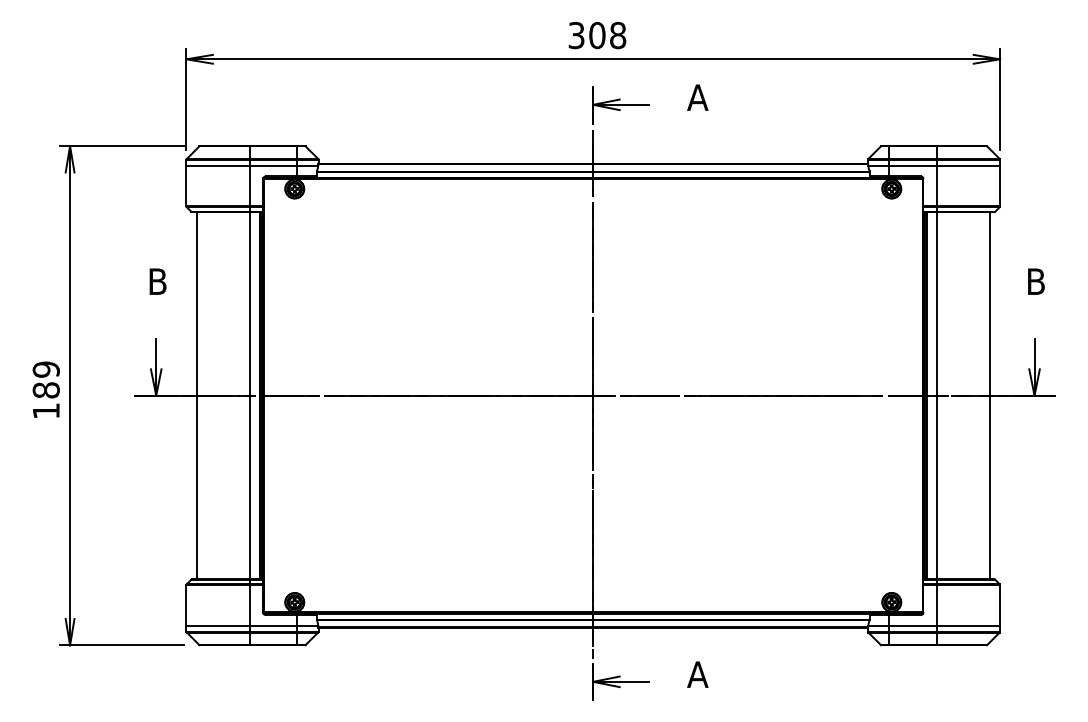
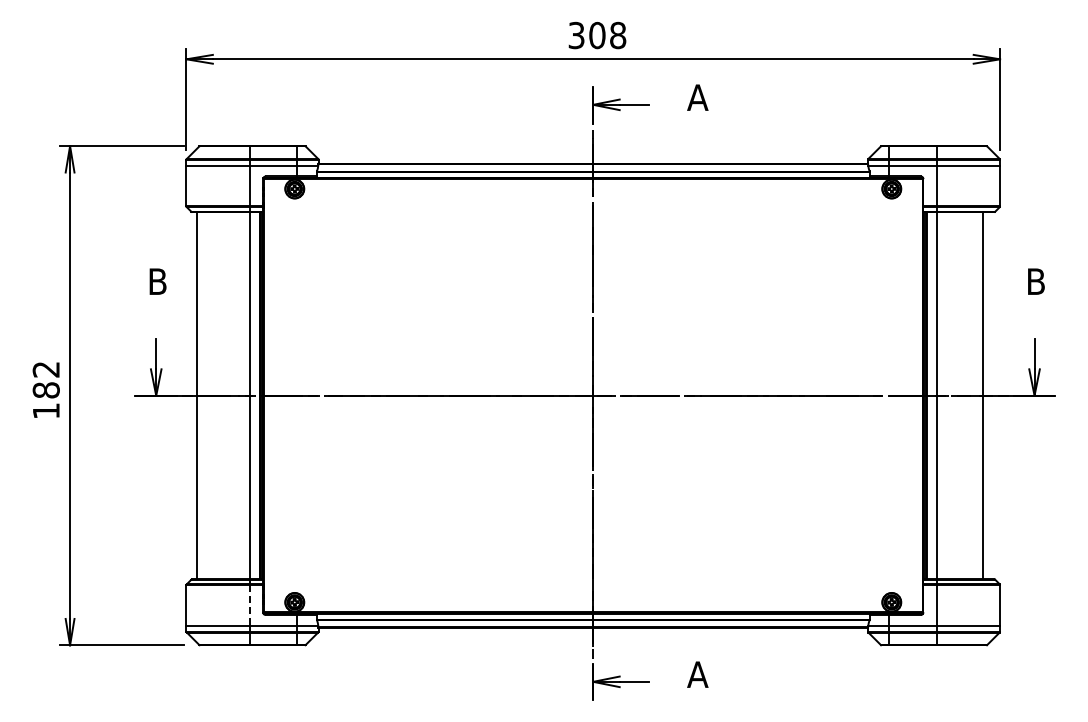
text at (45, 369): 189 -> 182
line at (989, 395) position: (989, 395) -> (982, 395)
line at (249, 605): solid -> dashed
